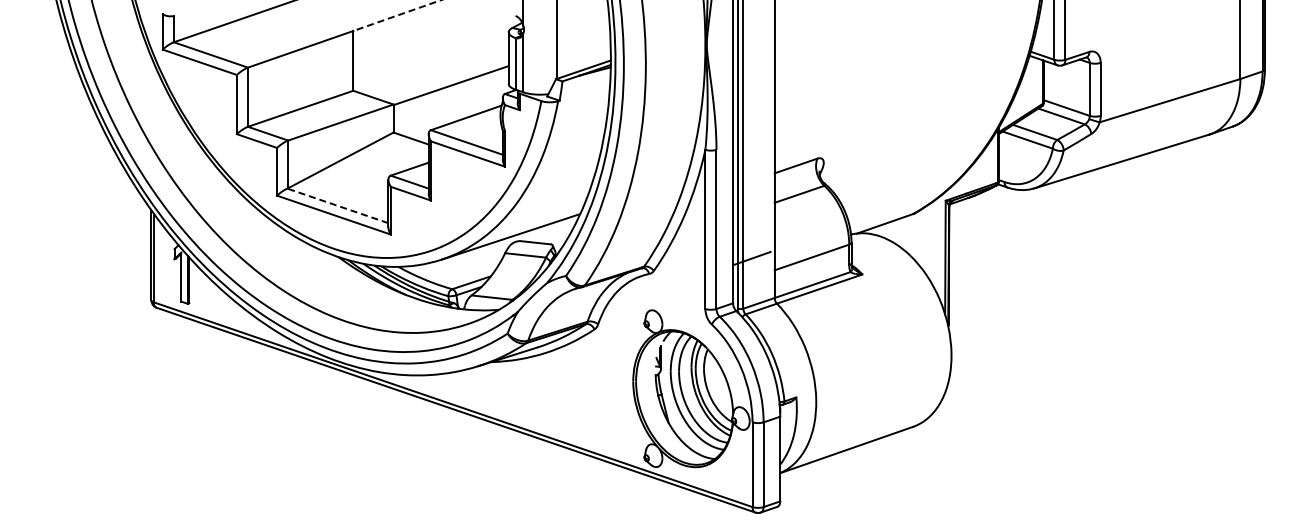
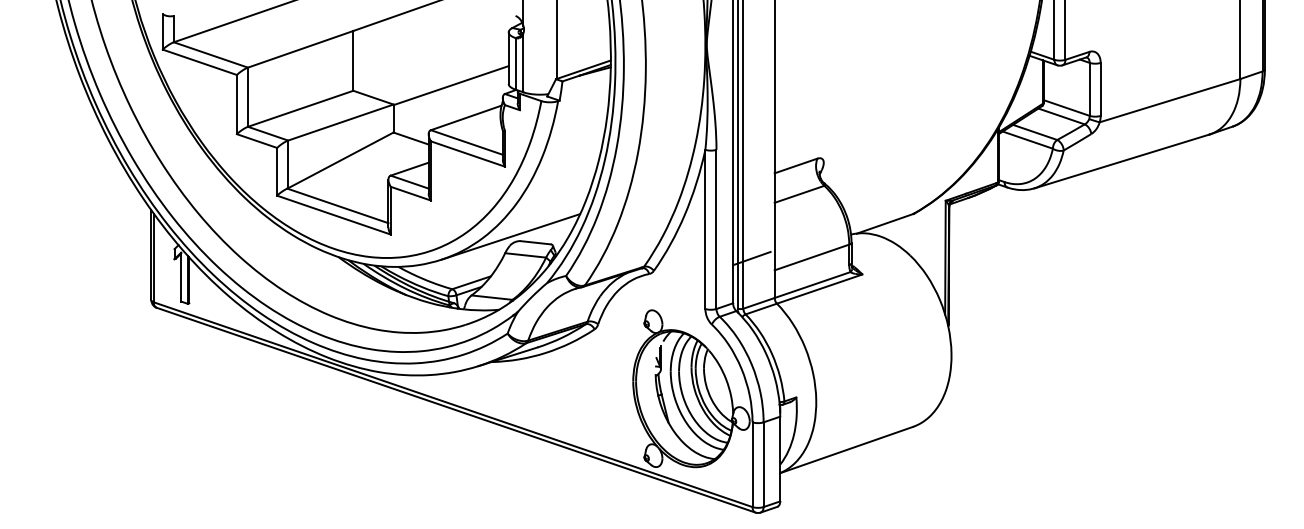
line at (396, 15): dashed -> solid
line at (337, 205): dashed -> solid
